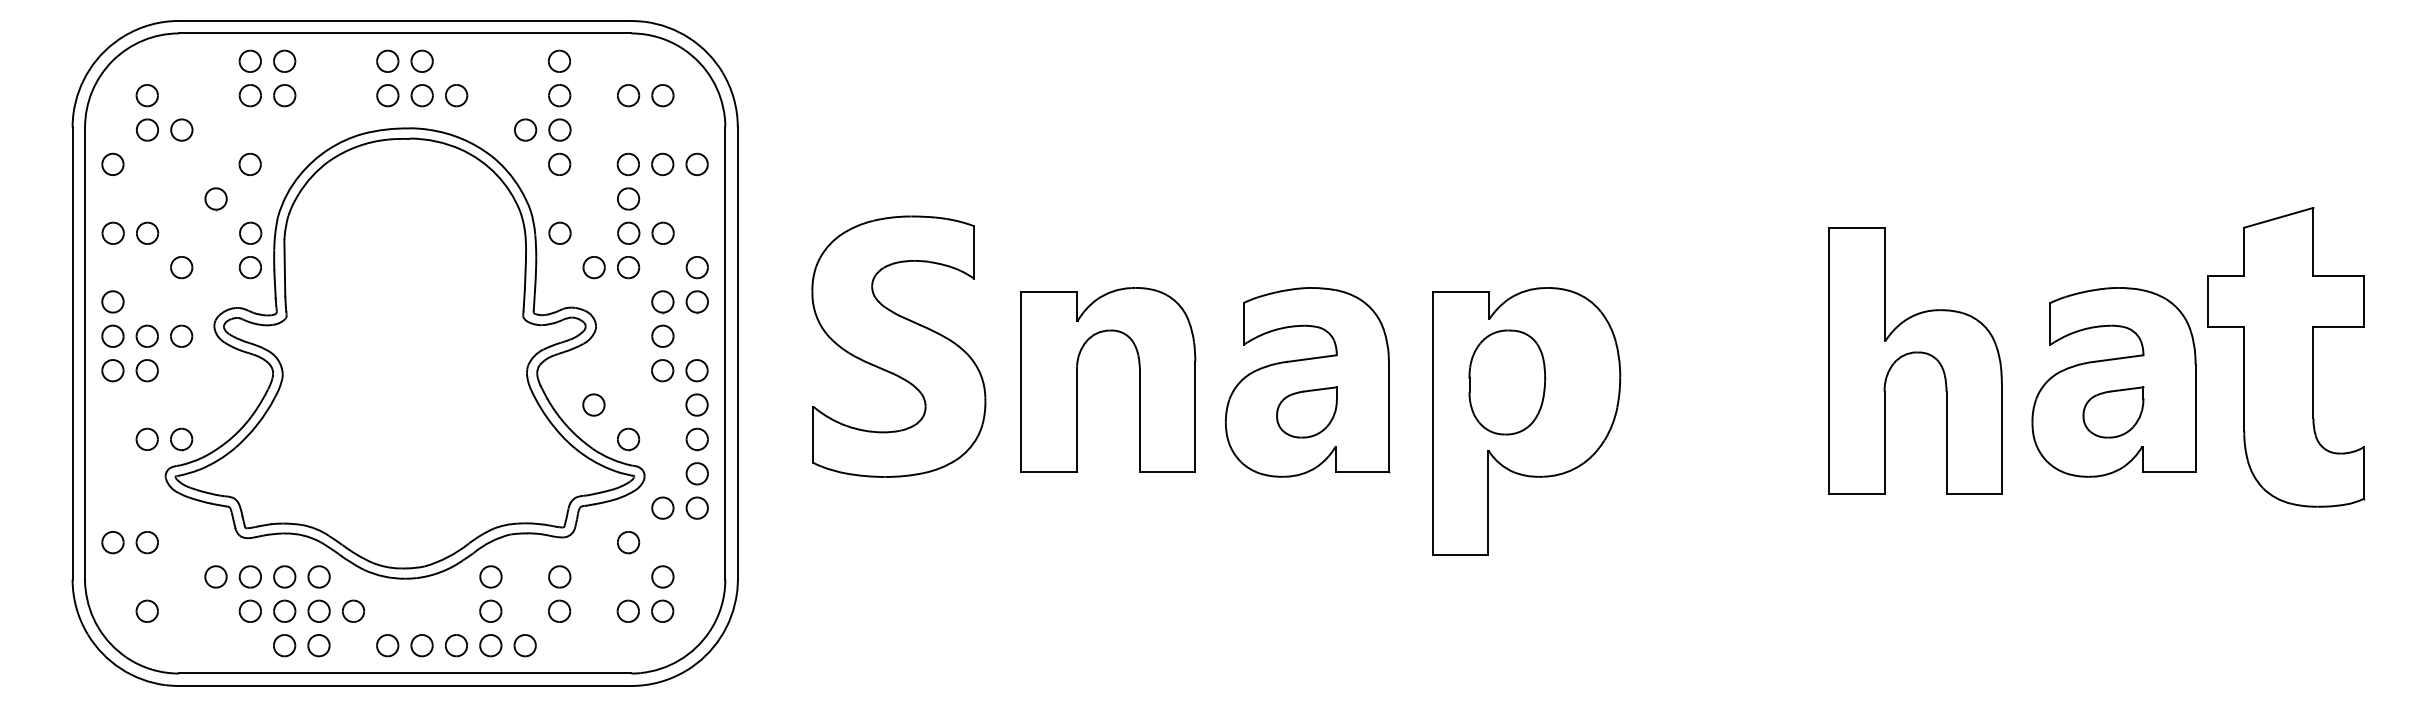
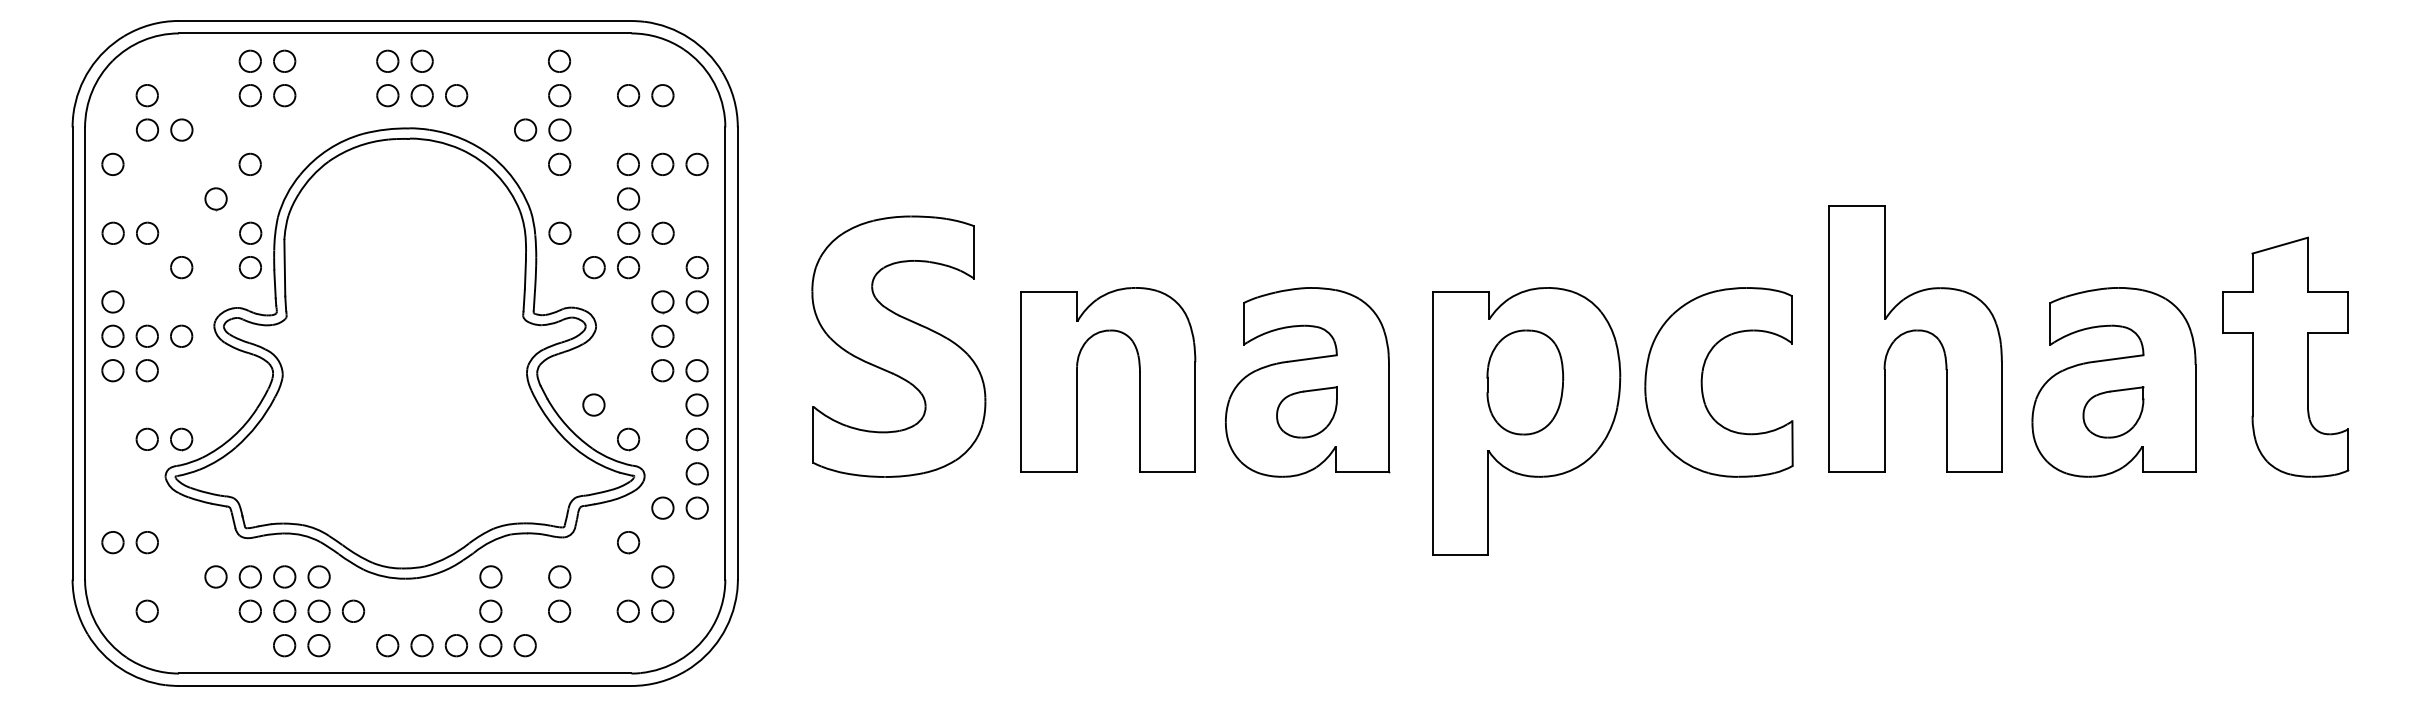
part at (1915, 353) position: (1915, 353) -> (1915, 331)
part at (2286, 357) size: 159x301 px -> 128x242 px
part at (1507, 382) position: (1507, 382) -> (1525, 382)
part at (1702, 382): none -> present
